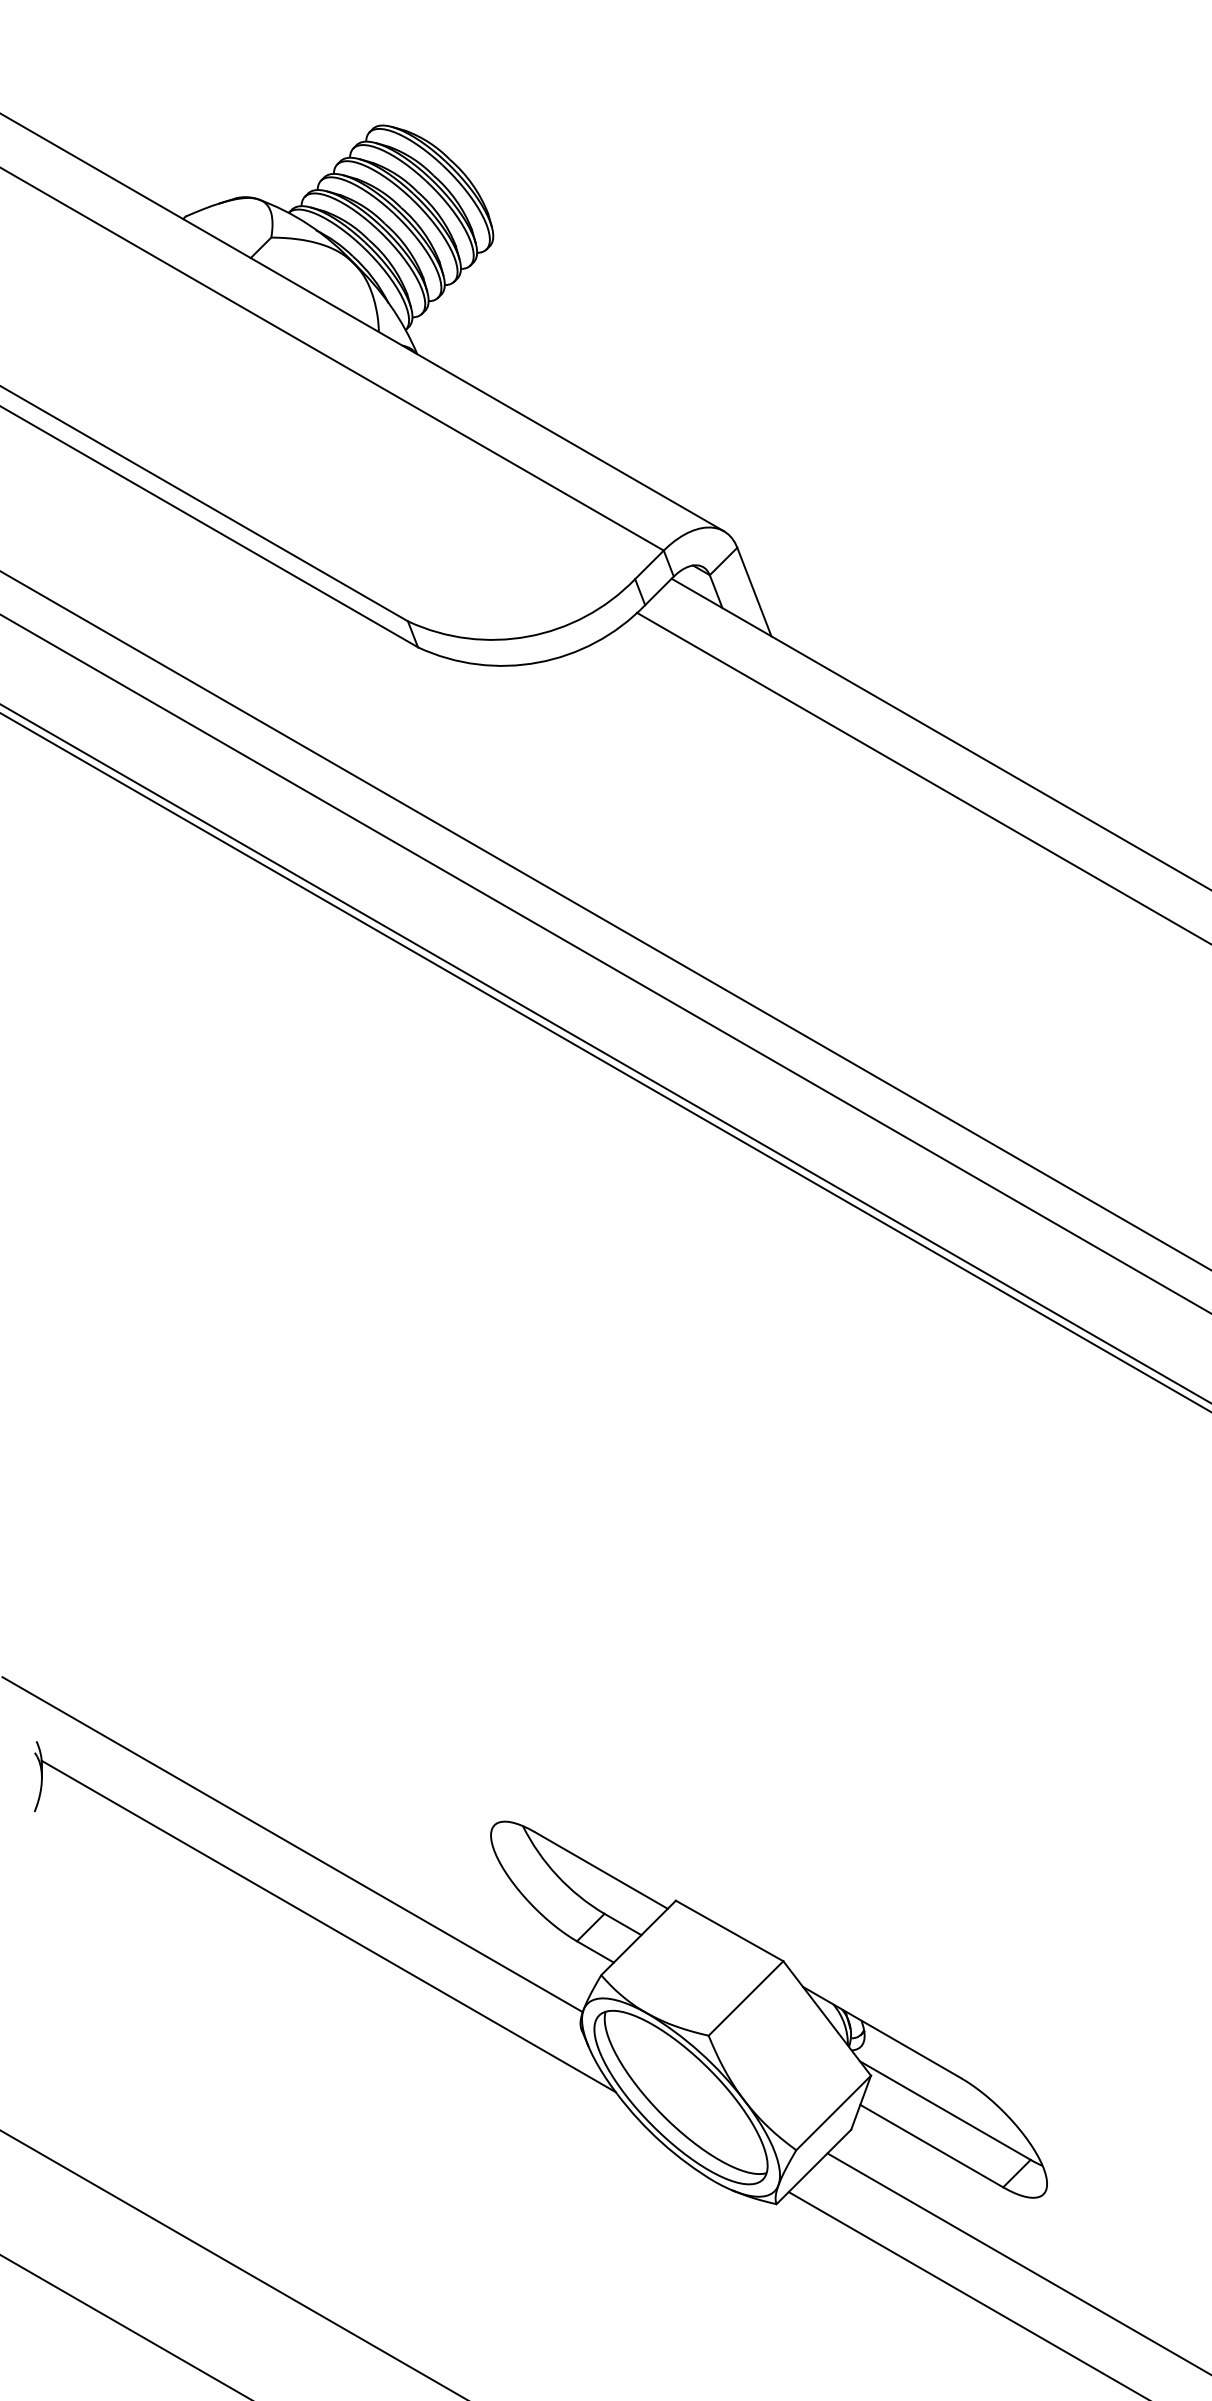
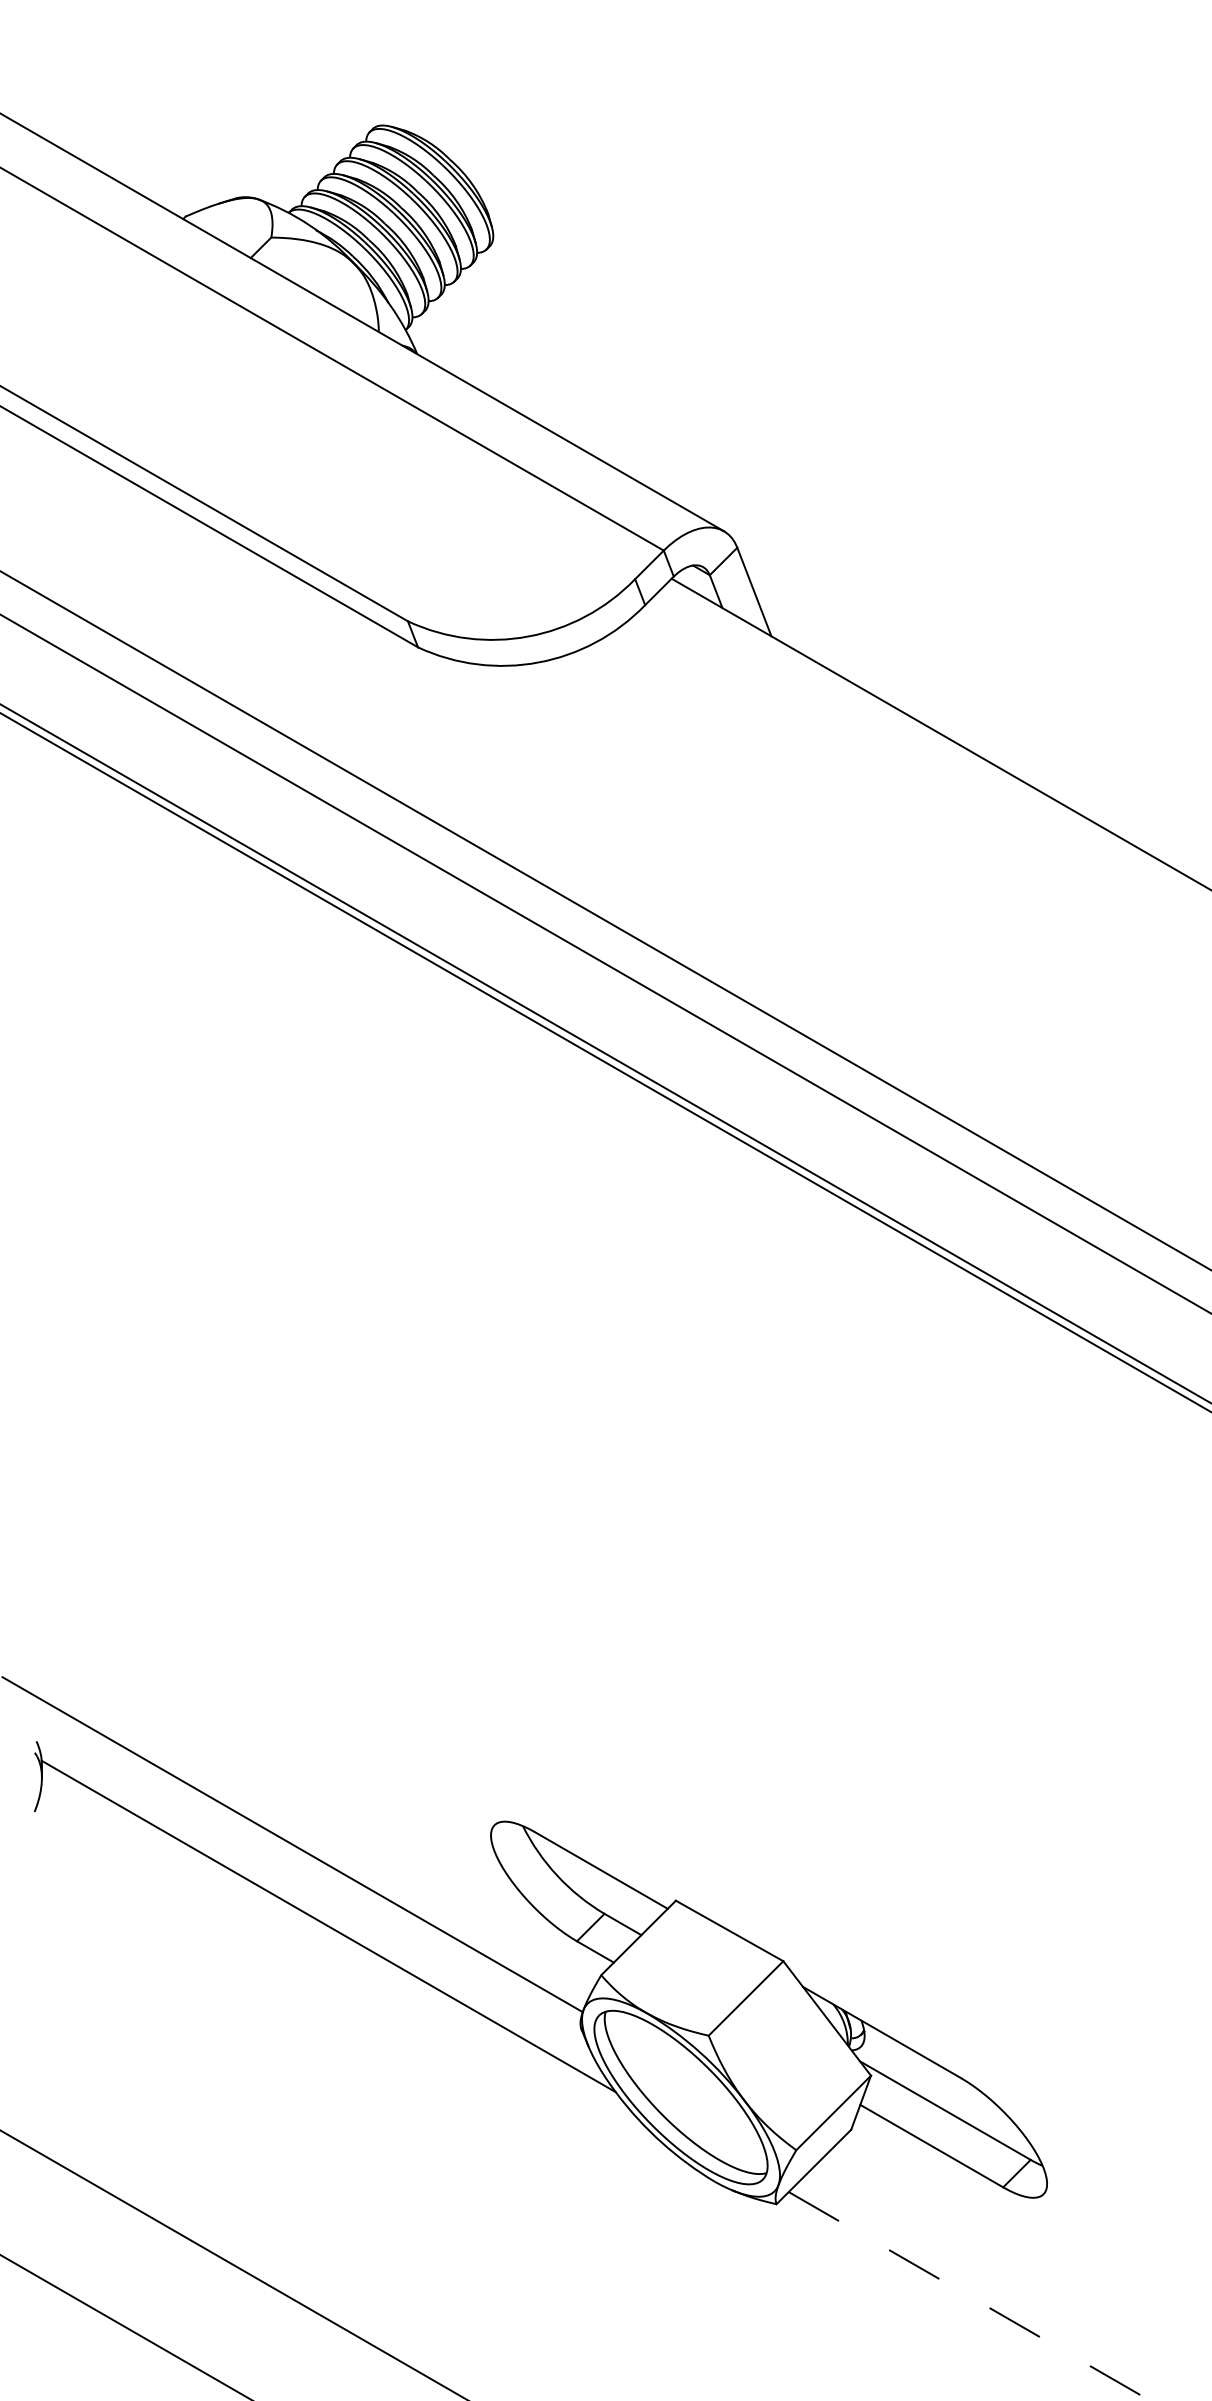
line at (922, 777): present -> none
line at (1017, 2263): present -> none
line at (970, 2296): solid -> dashed
